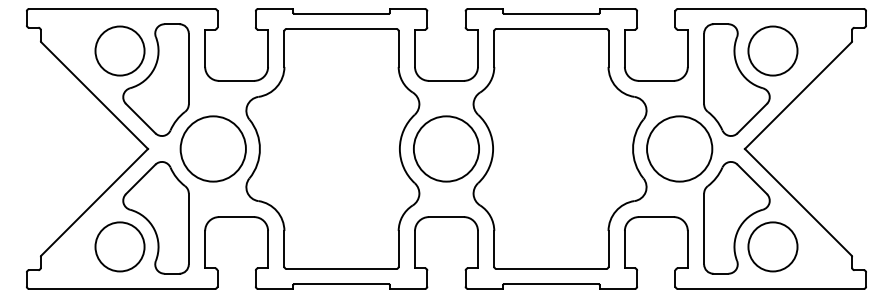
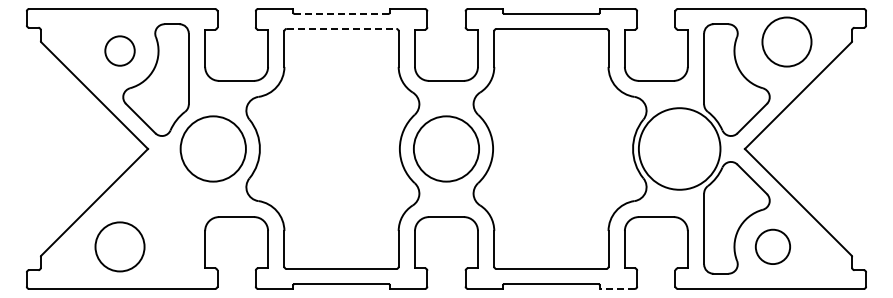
line at (342, 13): solid -> dashed
line at (341, 28): solid -> dashed
circle at (119, 50) diameter: 49 px -> 29 px
circle at (772, 50) position: (772, 50) -> (786, 41)
circle at (679, 148) diameter: 65 px -> 82 px
part at (155, 217): present -> none
circle at (772, 246) diameter: 49 px -> 34 px
line at (616, 288): solid -> dashed
